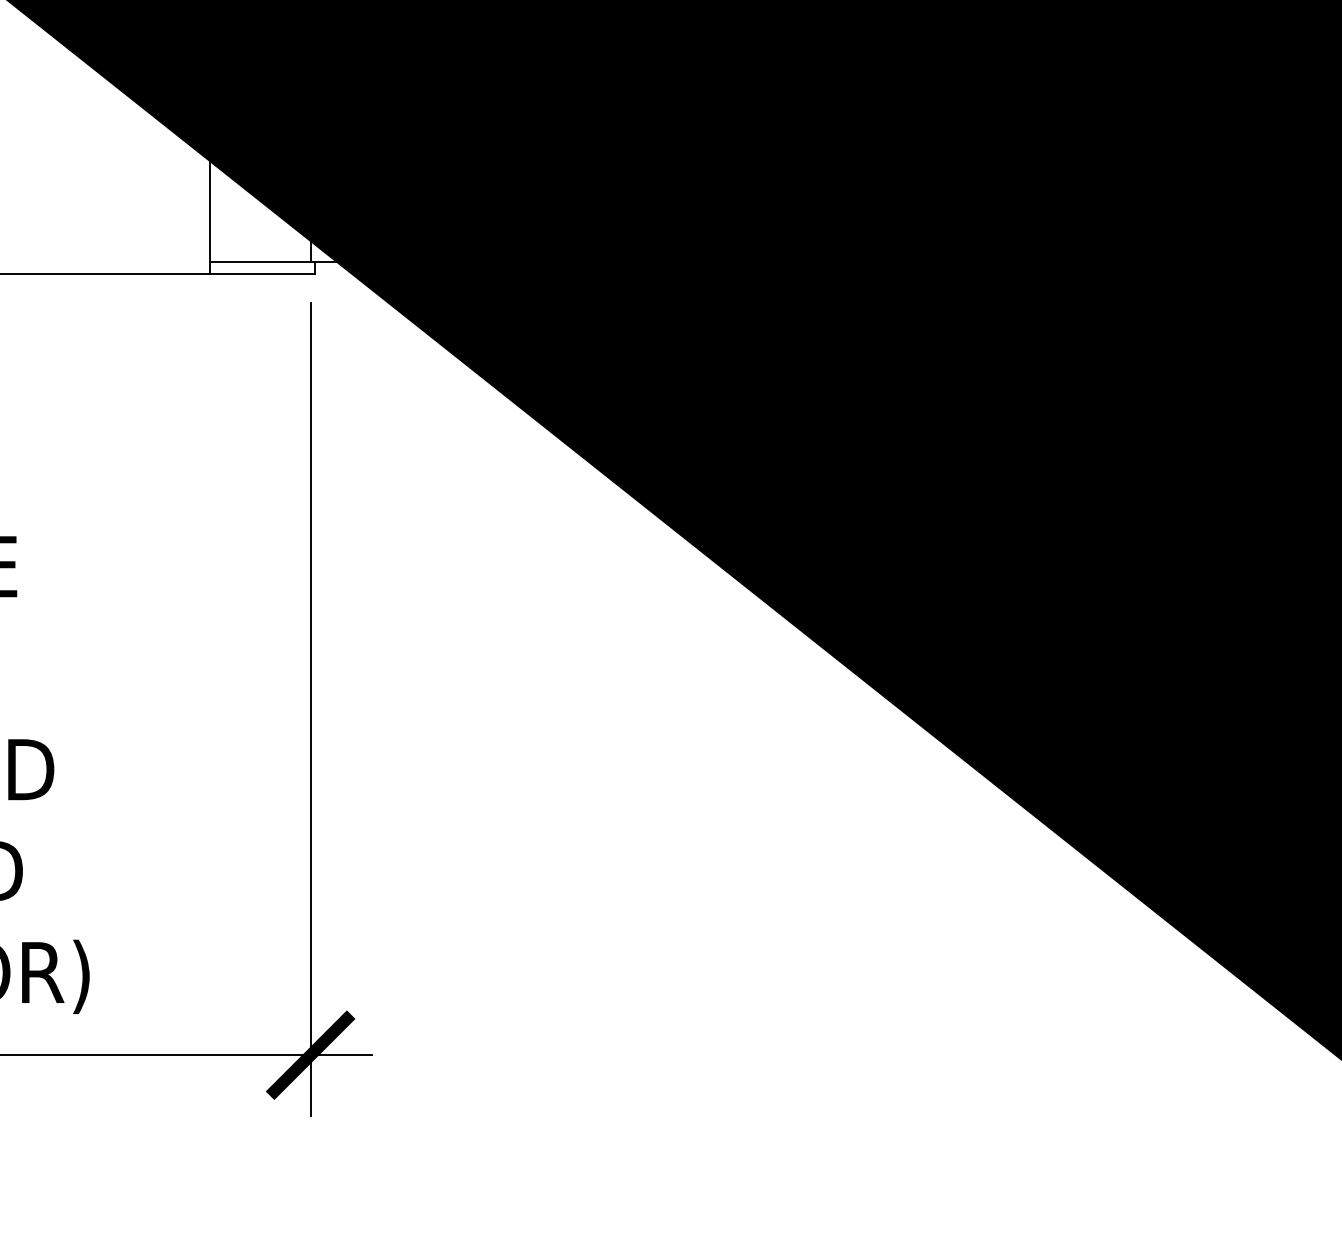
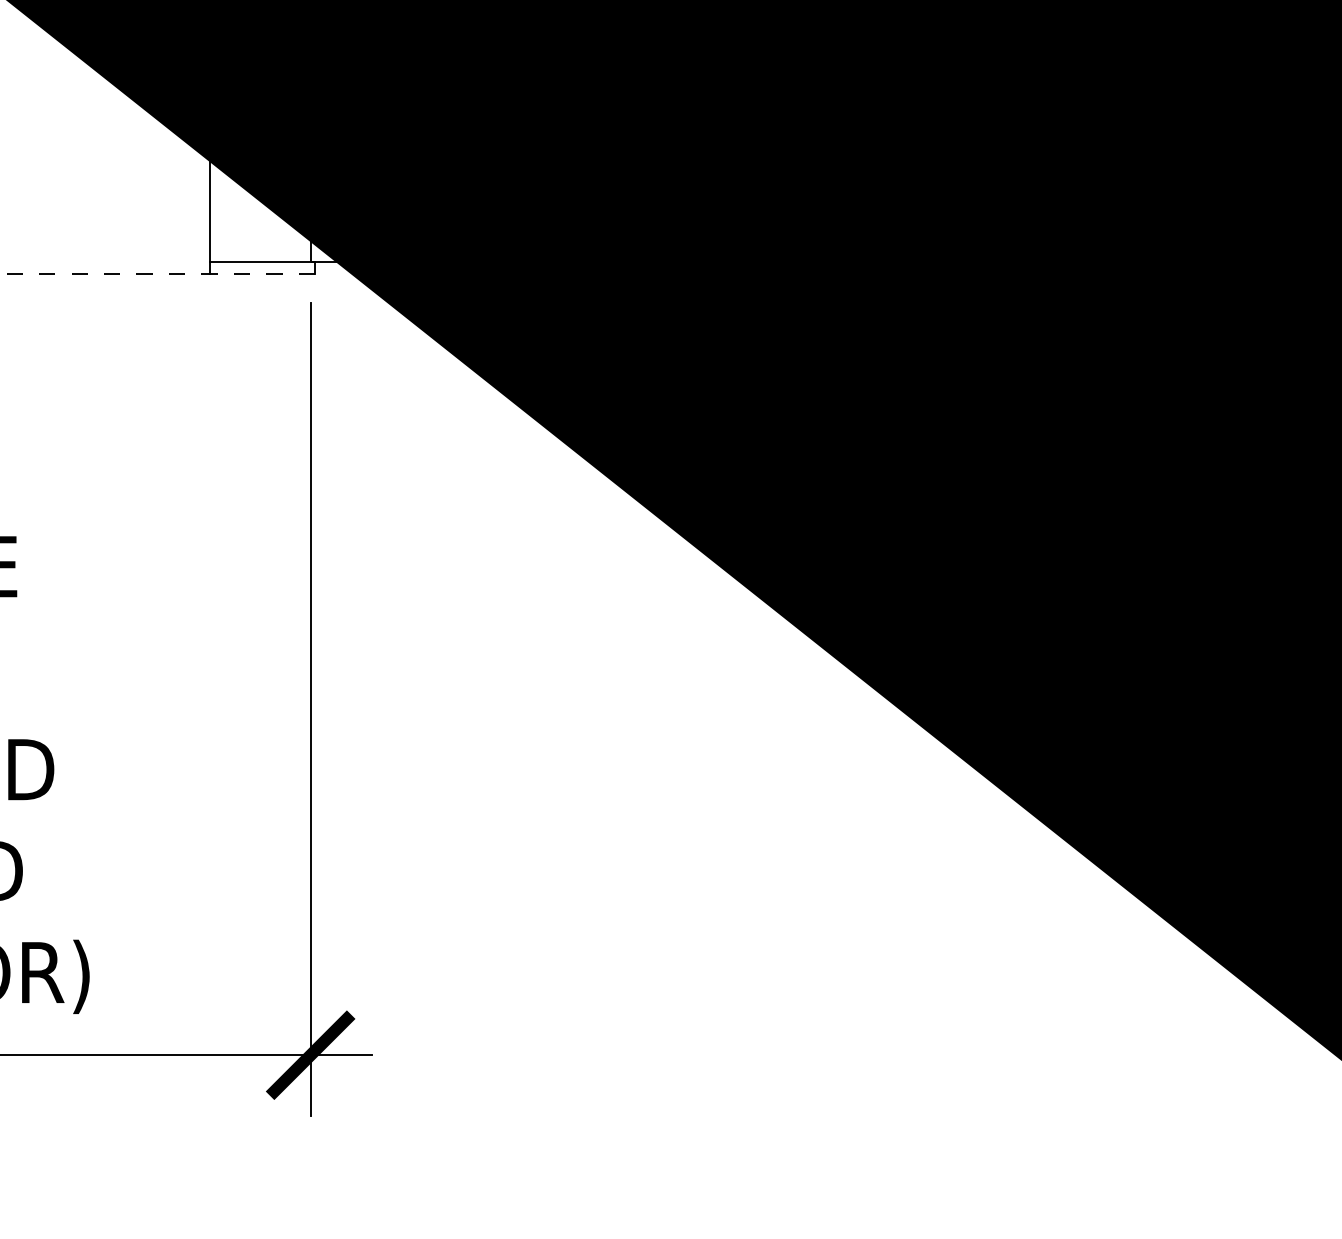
line at (157, 273): solid -> dashed
